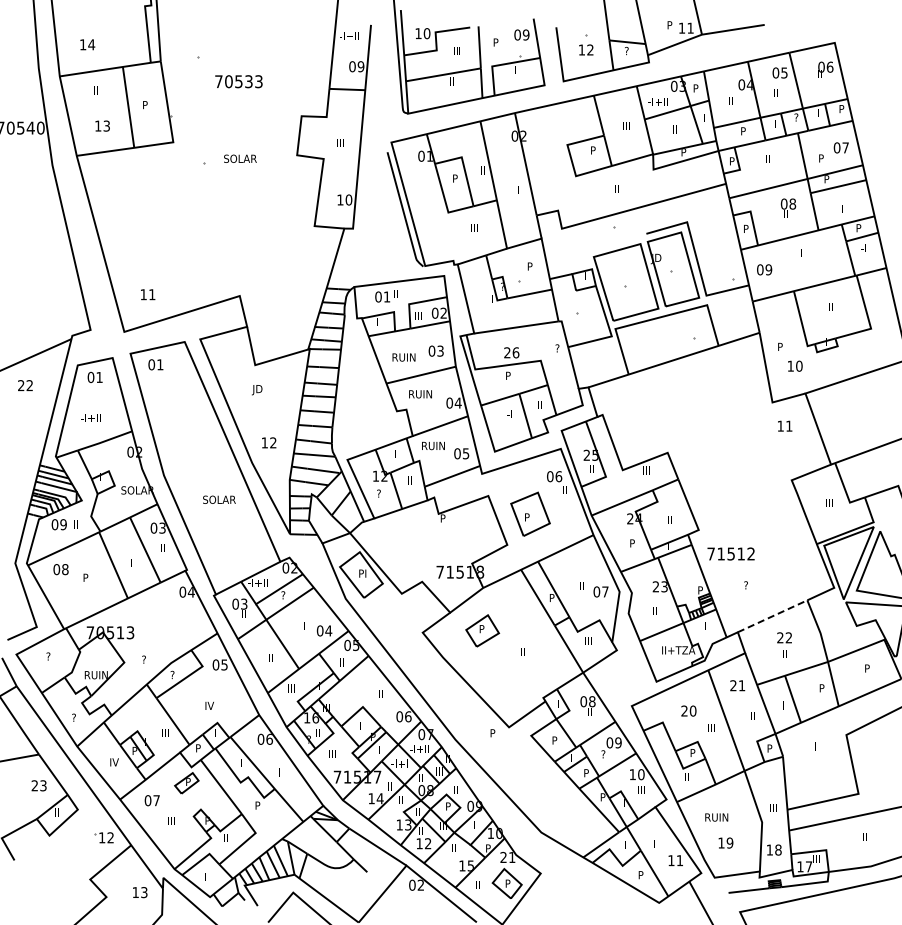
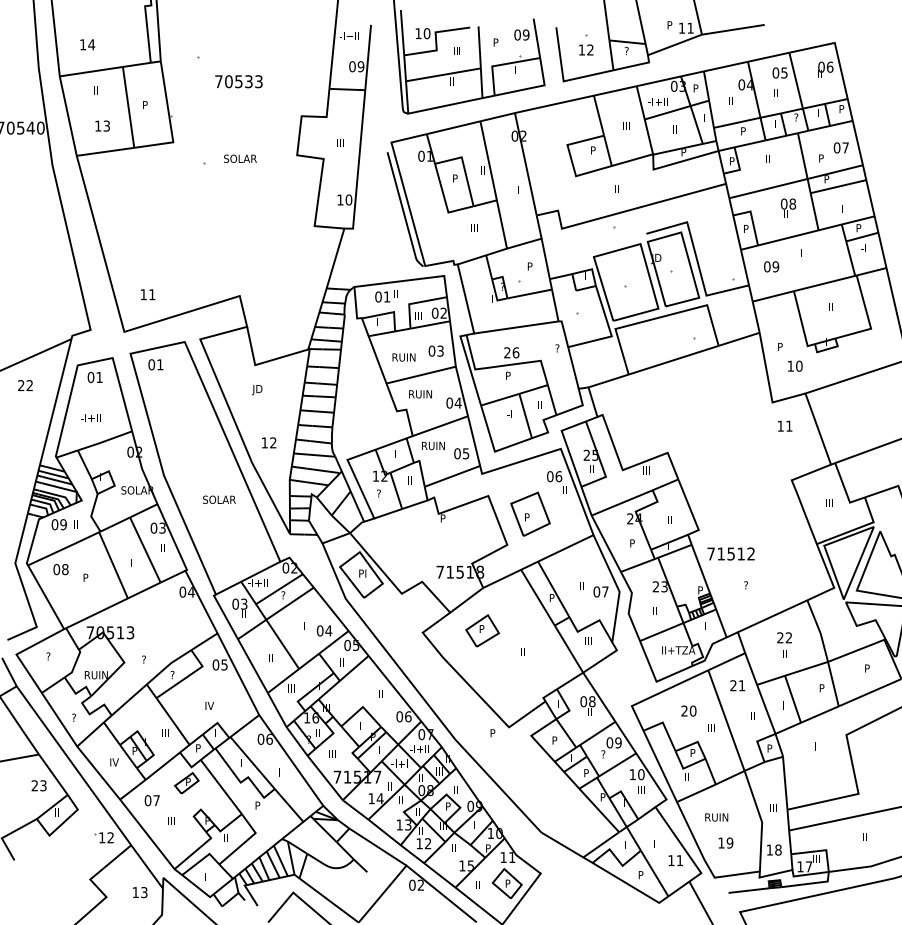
text at (764, 269) position: (764, 269) -> (771, 266)
line at (773, 616): dashed -> solid
text at (503, 856): 21 -> 11
